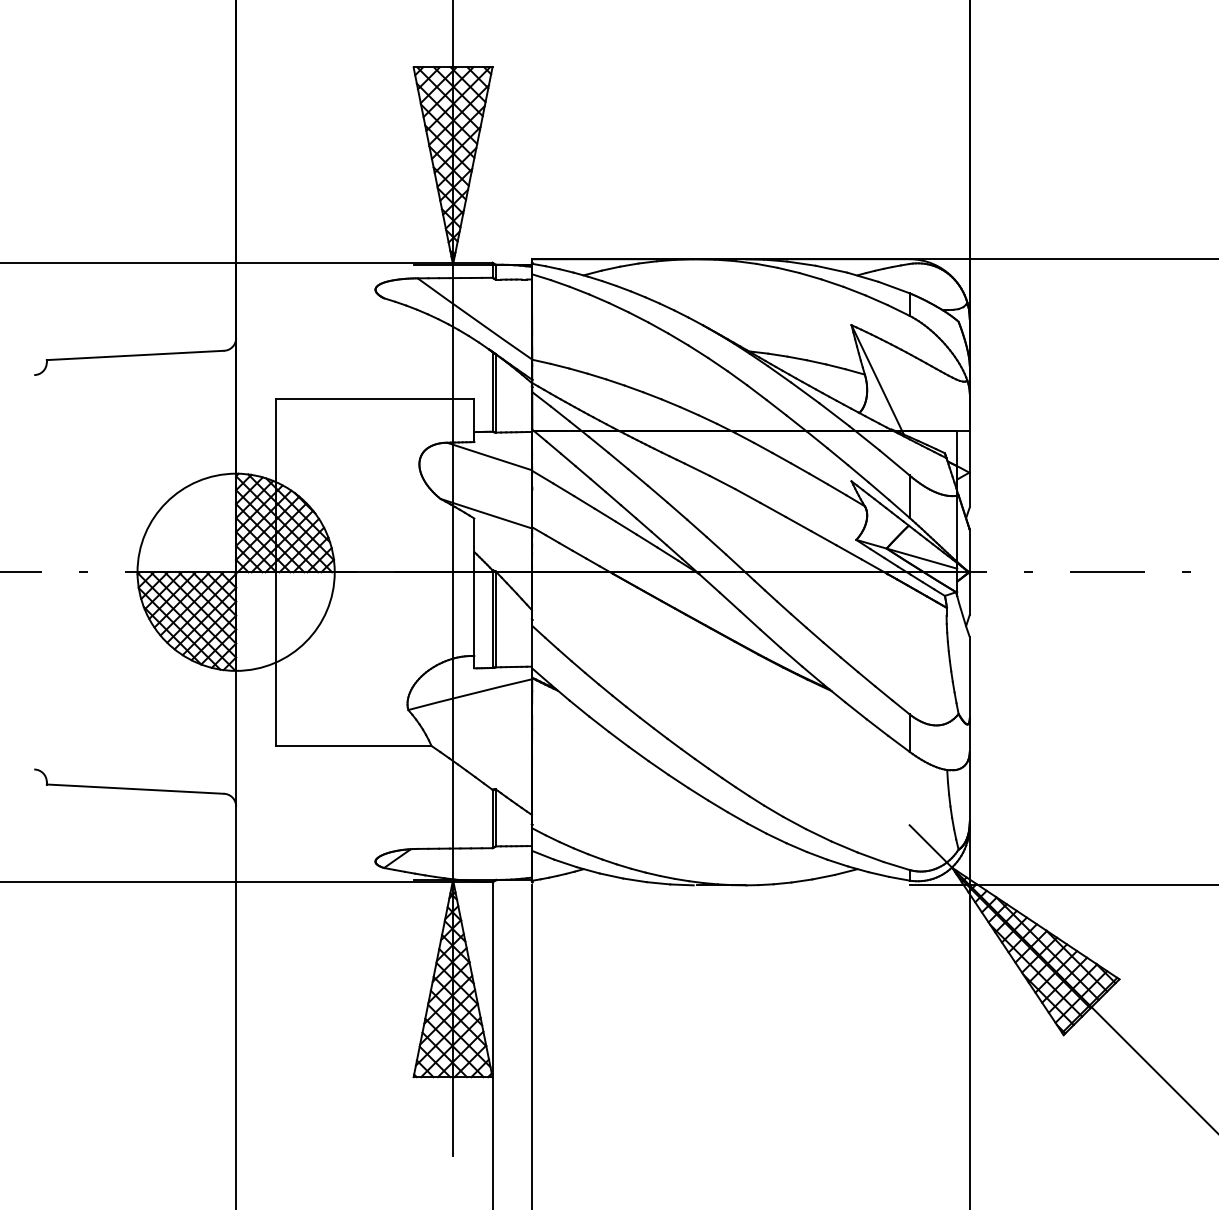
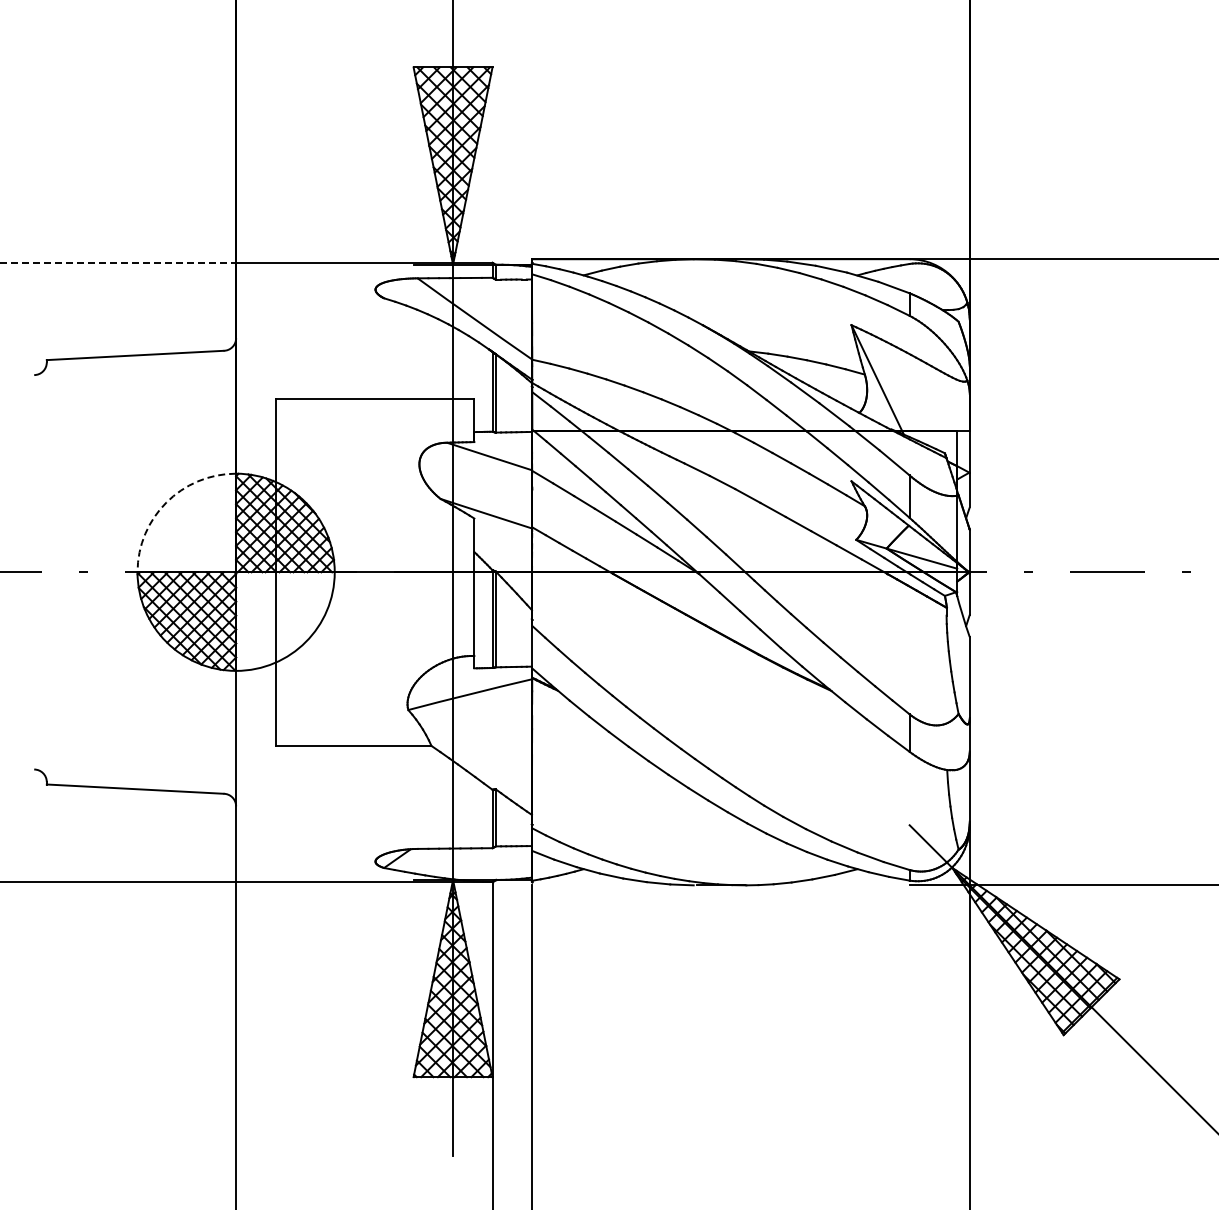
line at (118, 262): solid -> dashed
arc at (166, 502): solid -> dashed
